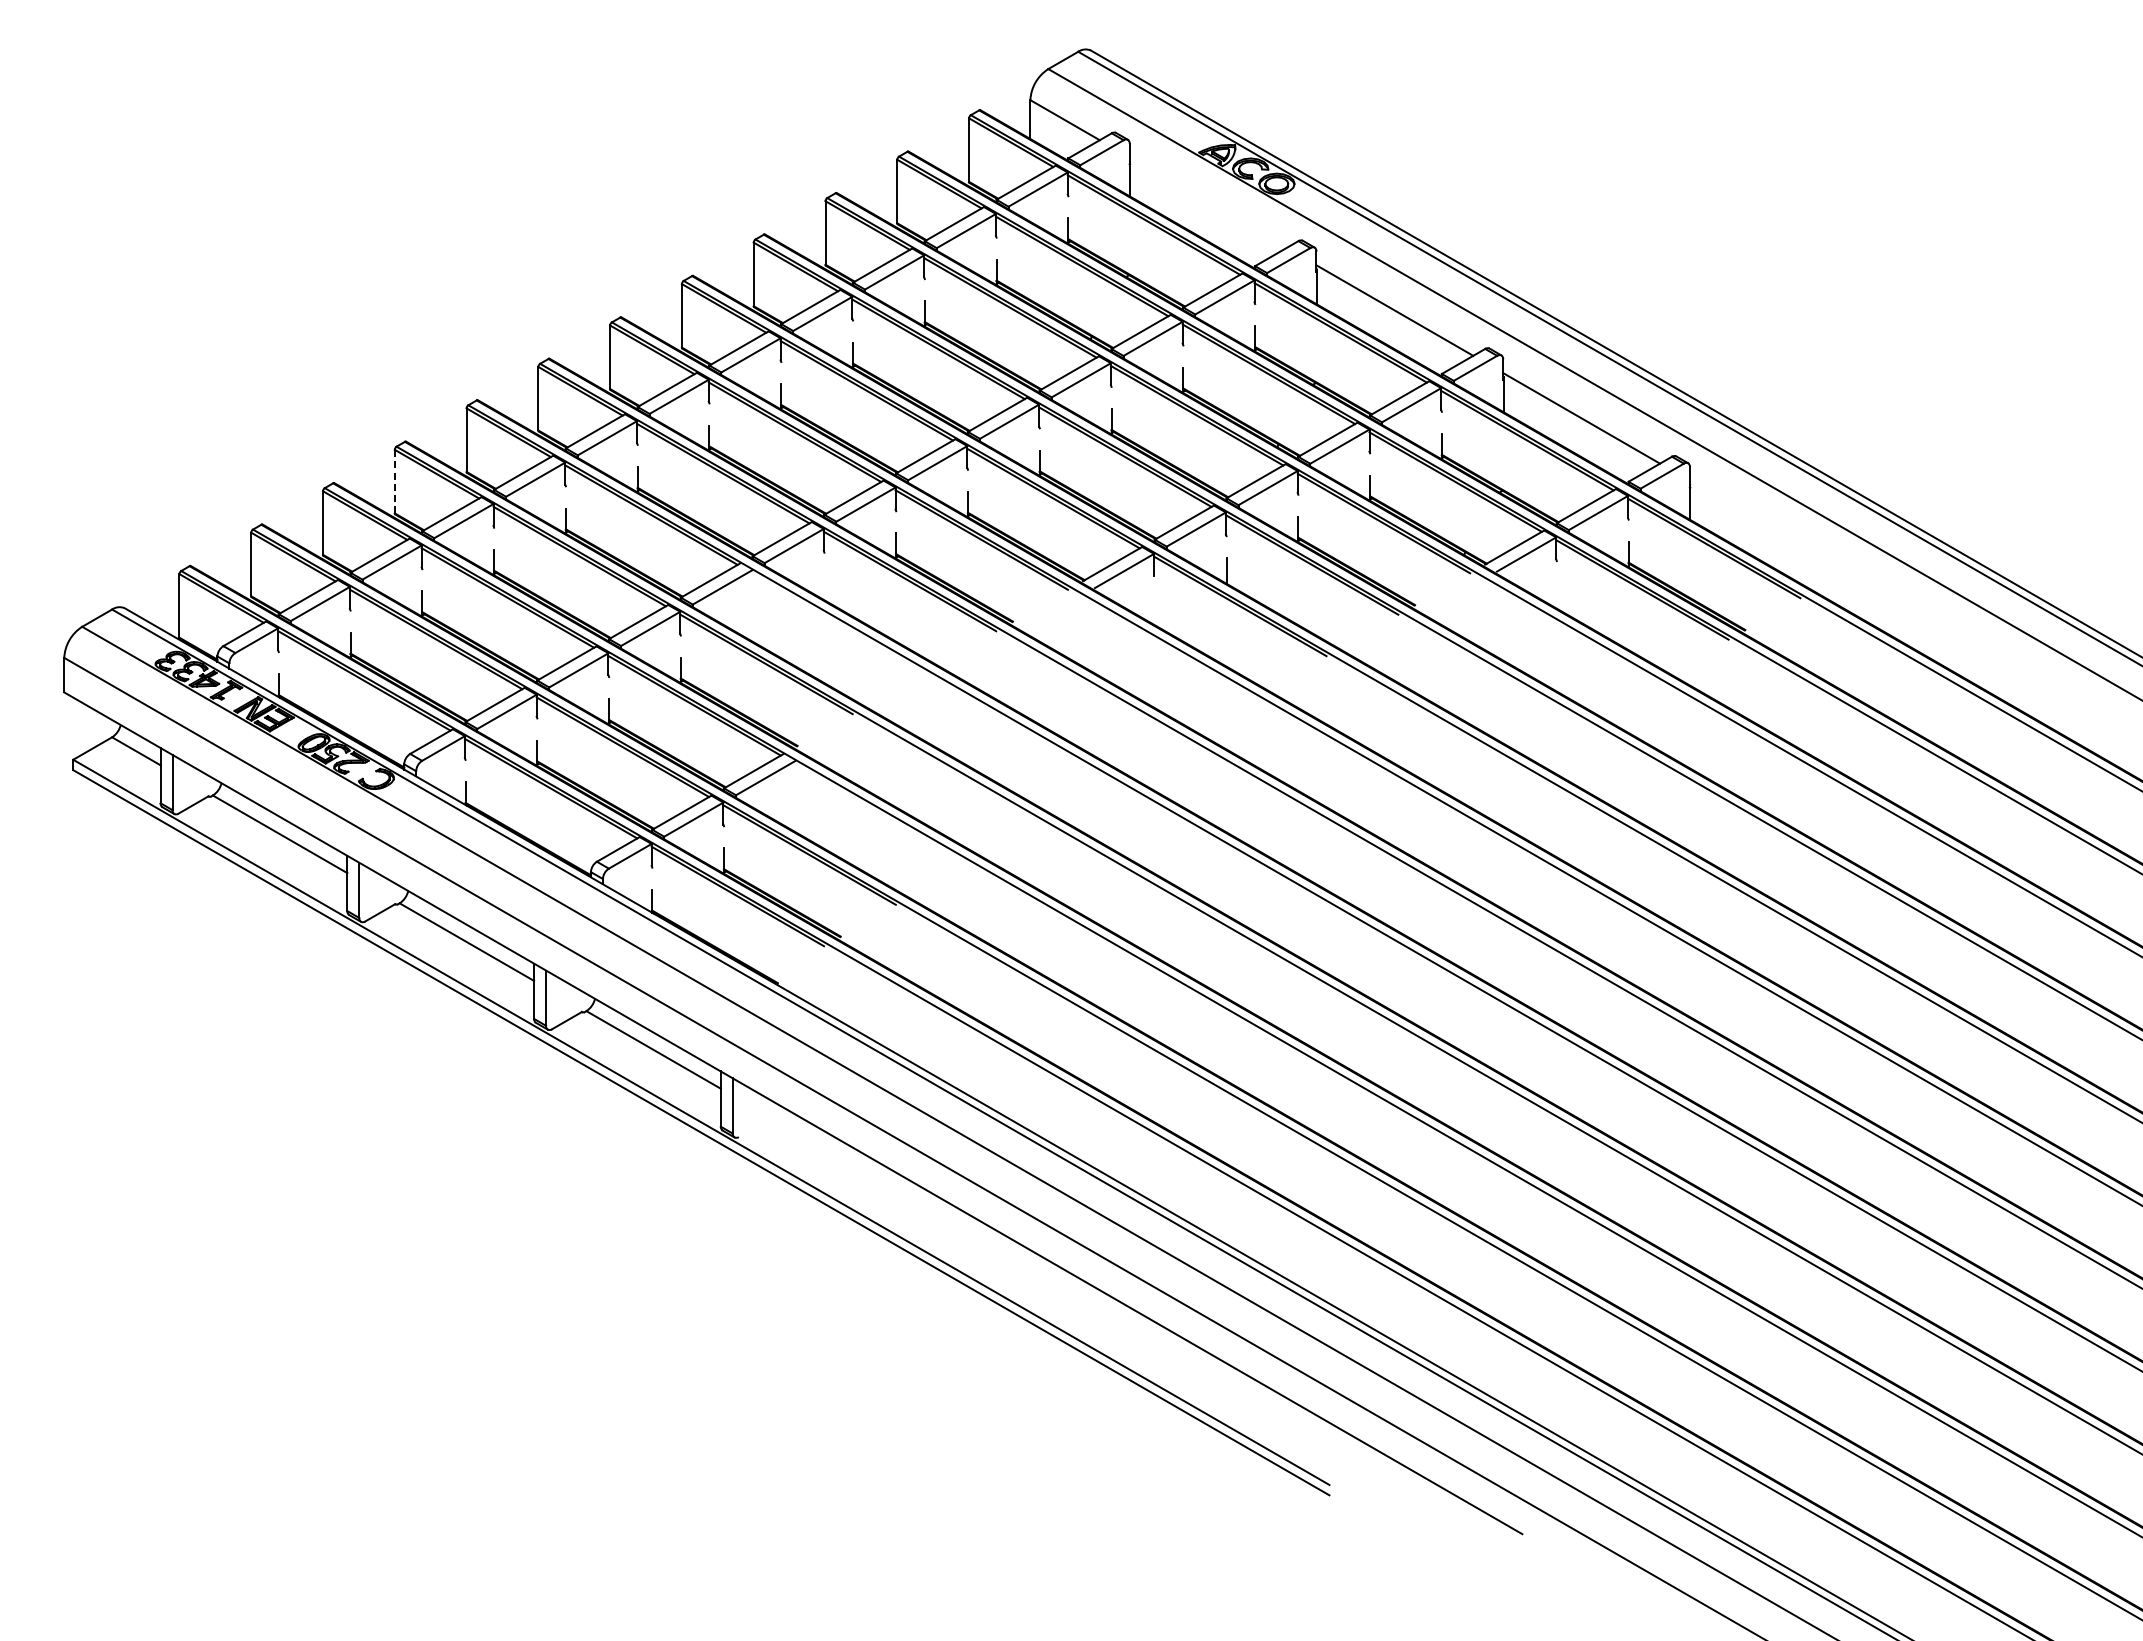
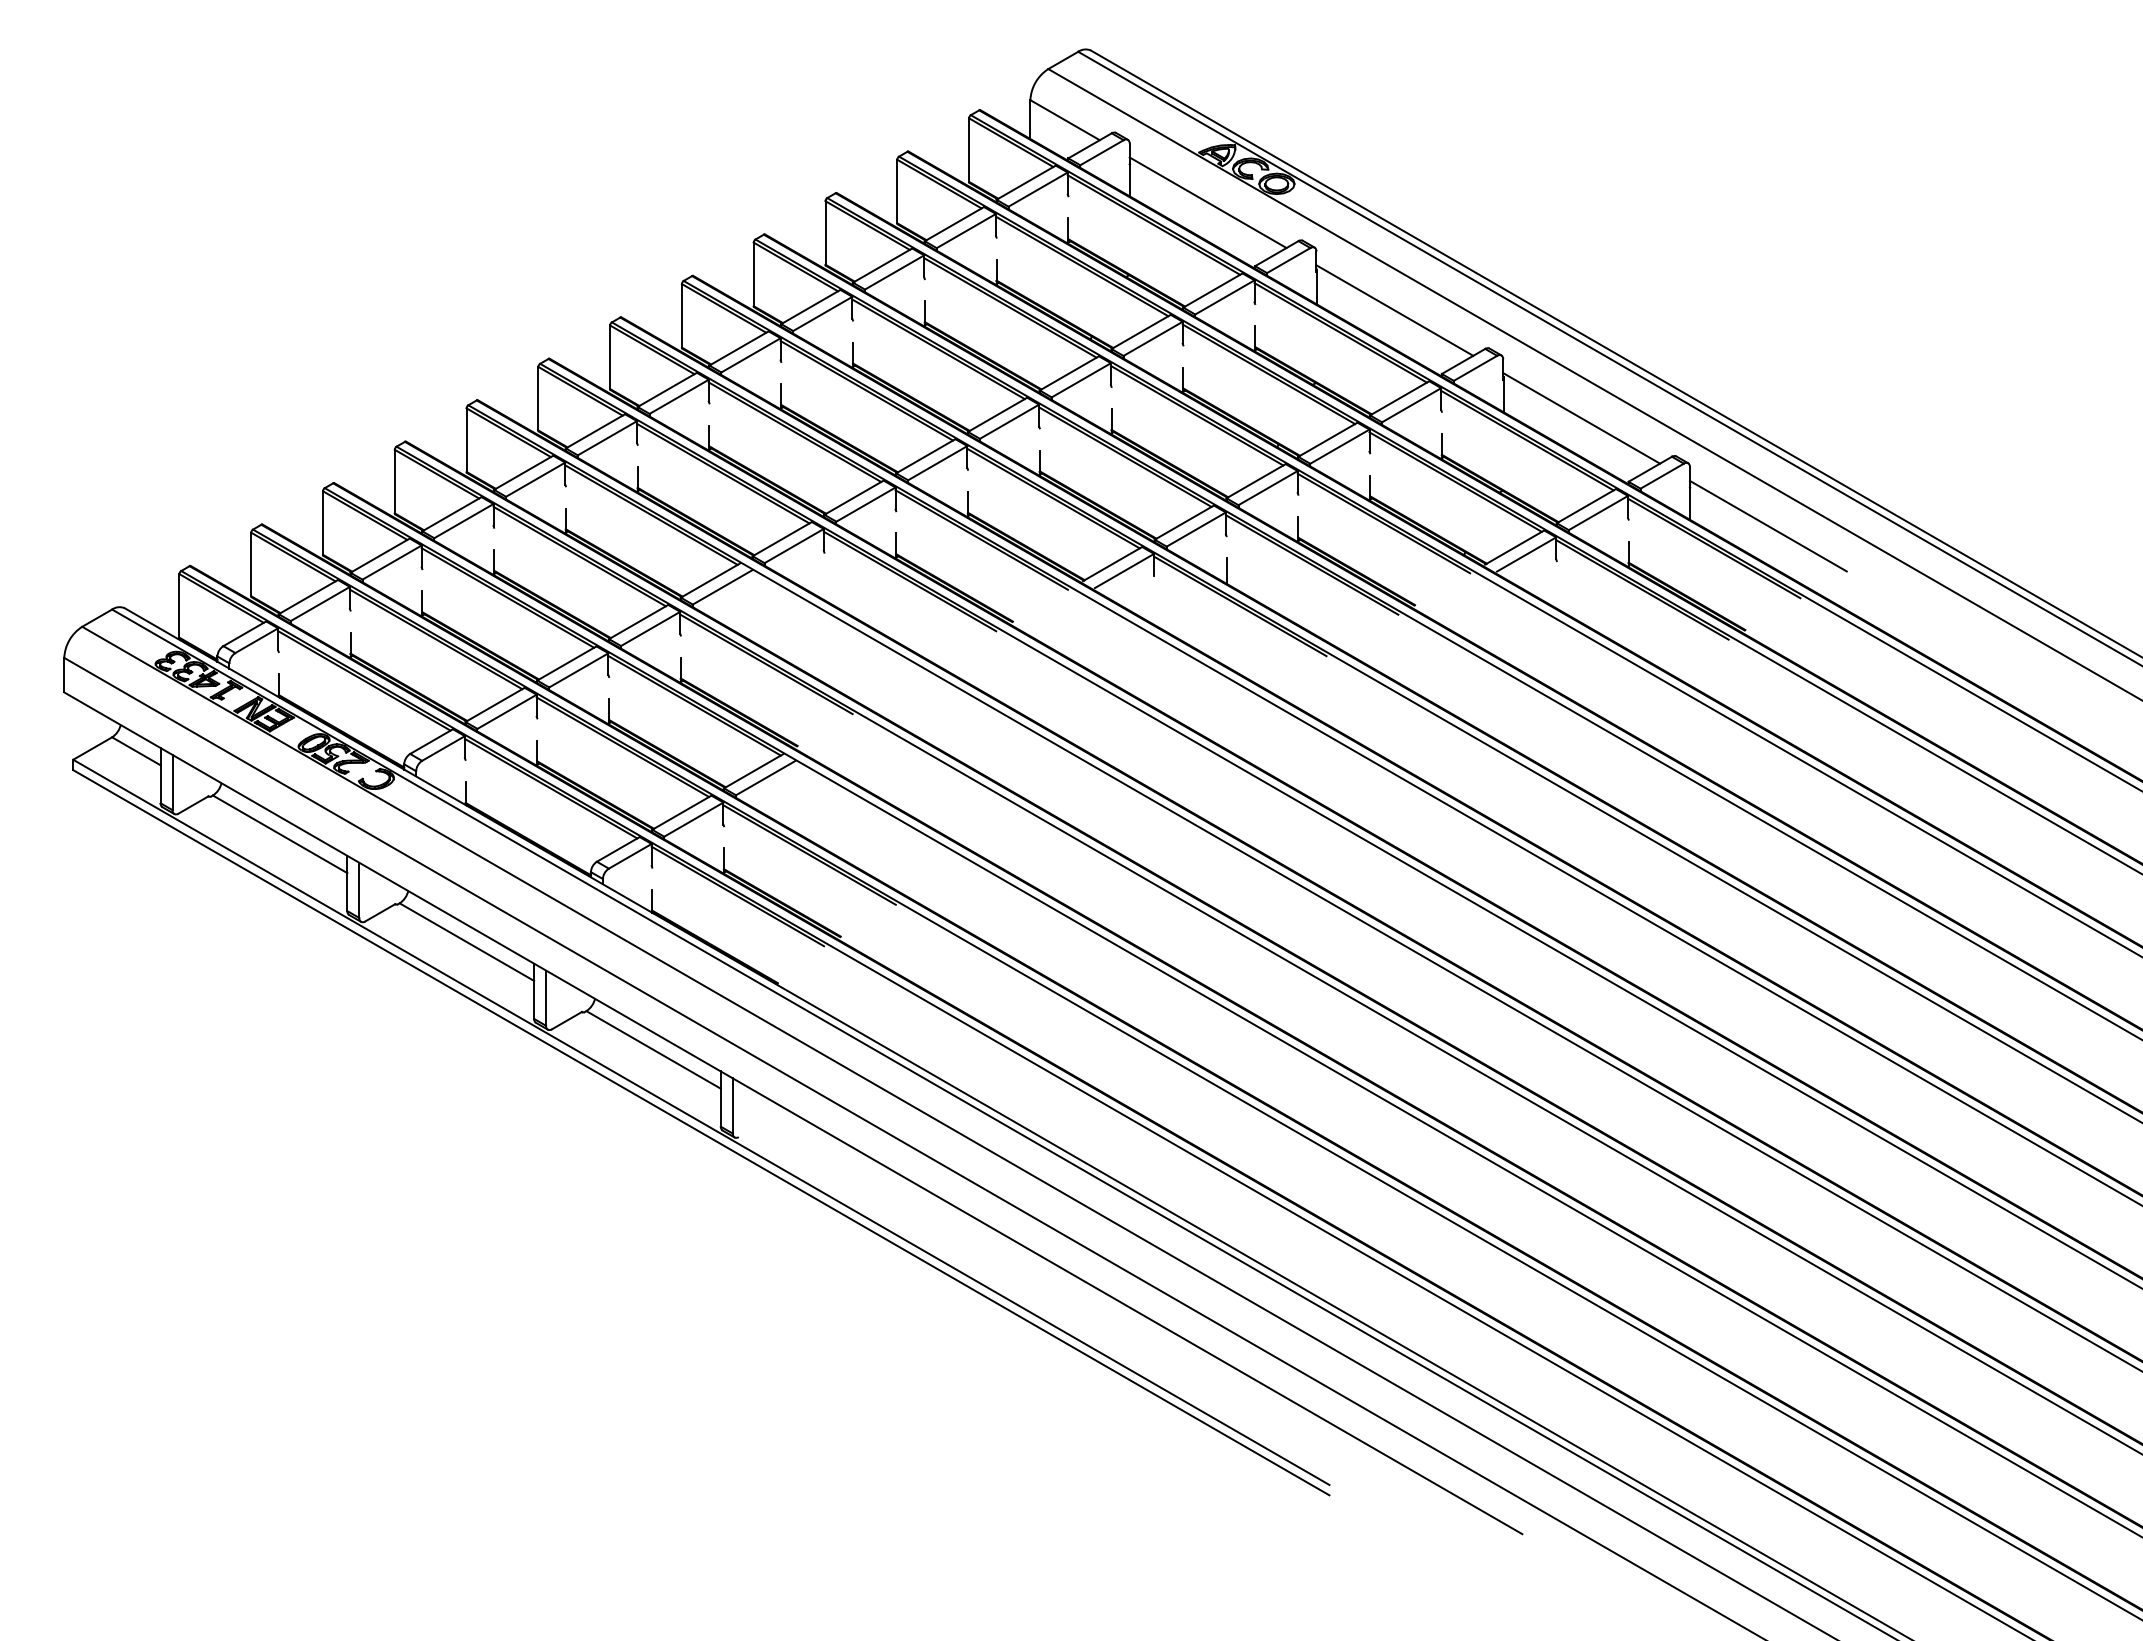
line at (1207, 202): none -> present
line at (394, 481): dashed -> solid
line at (1767, 525): none -> present
